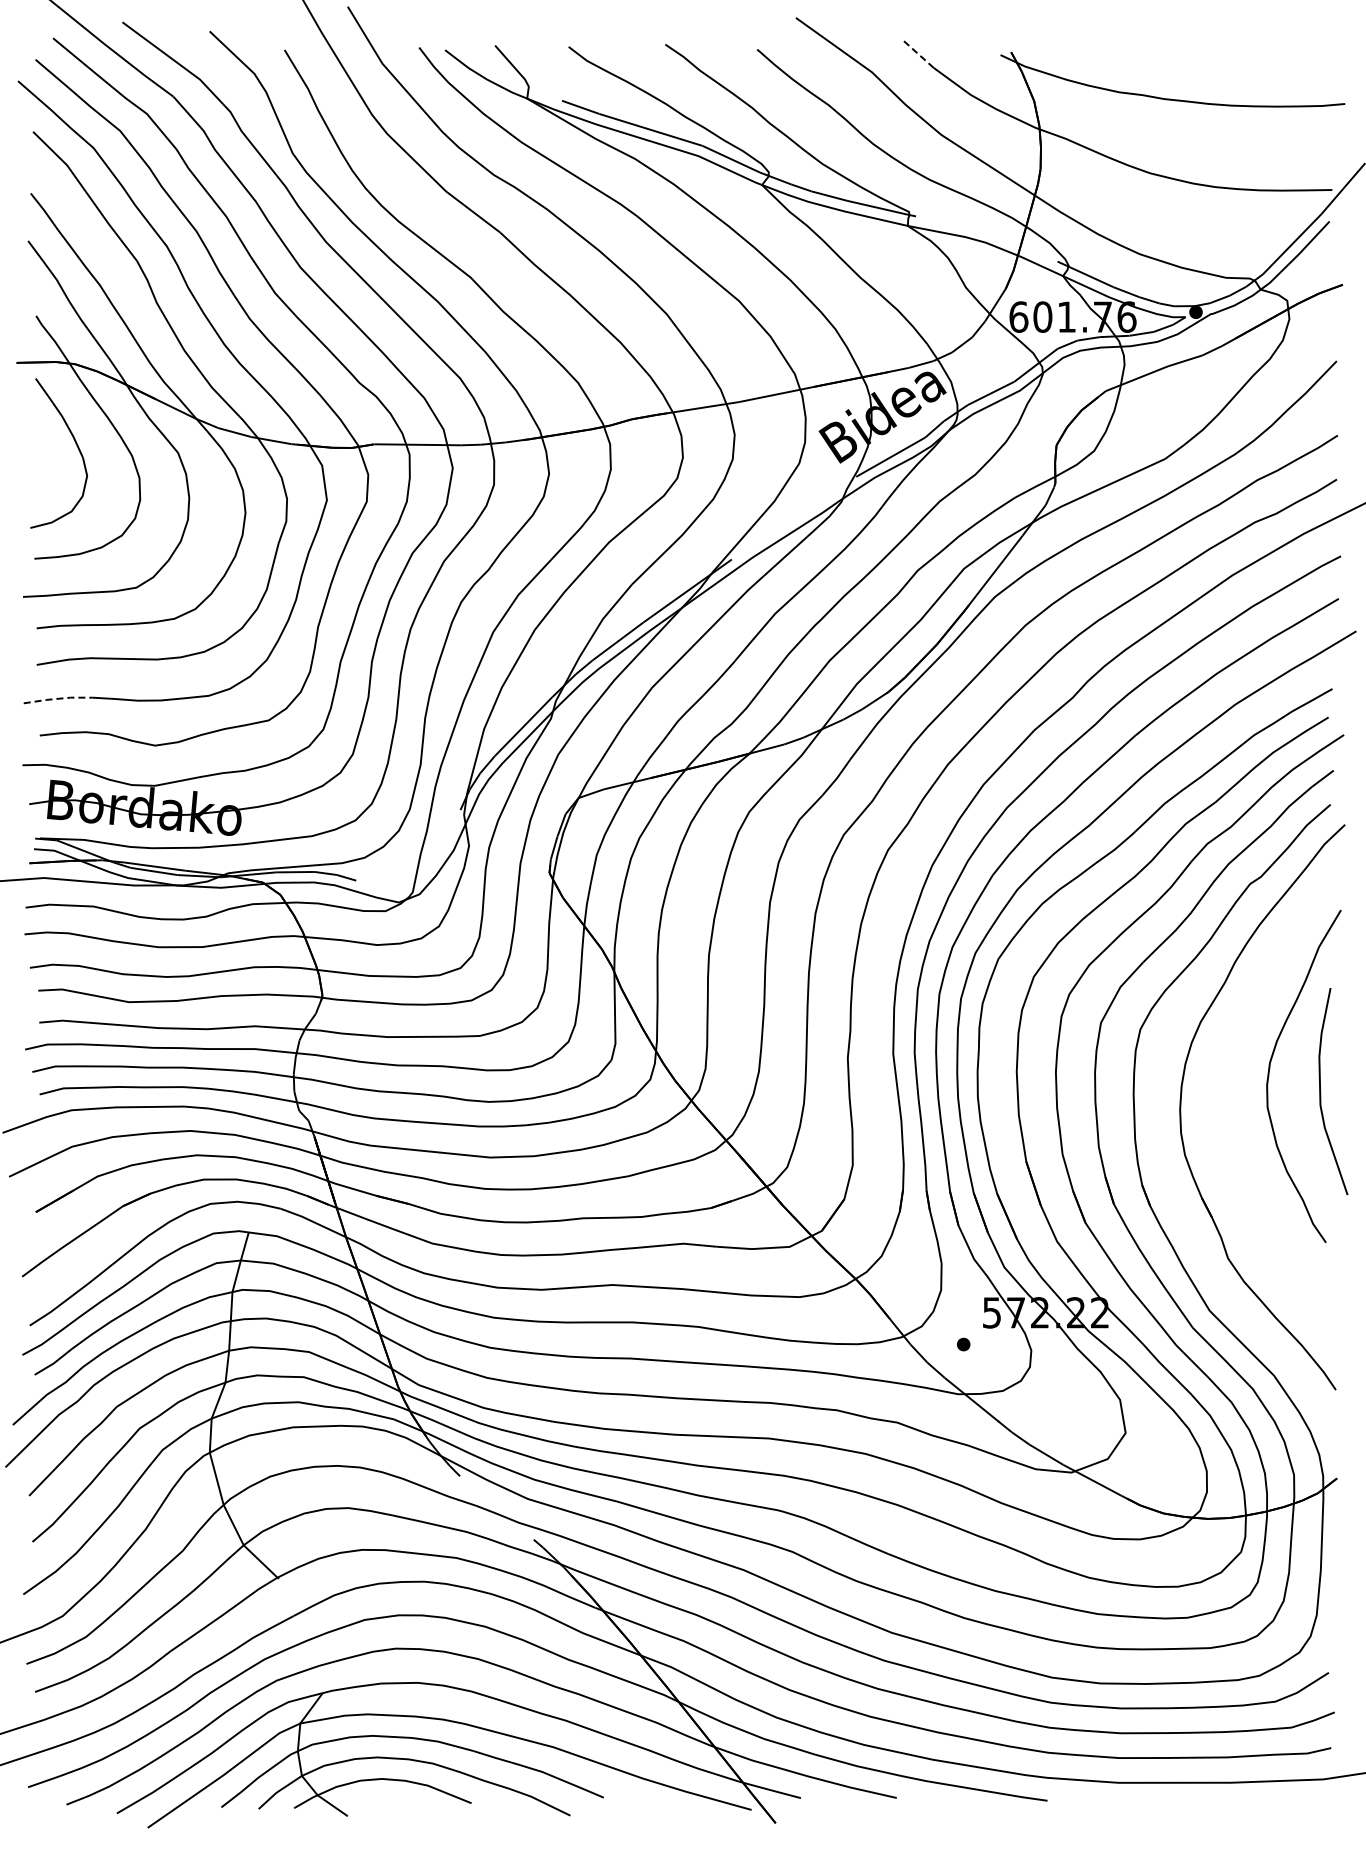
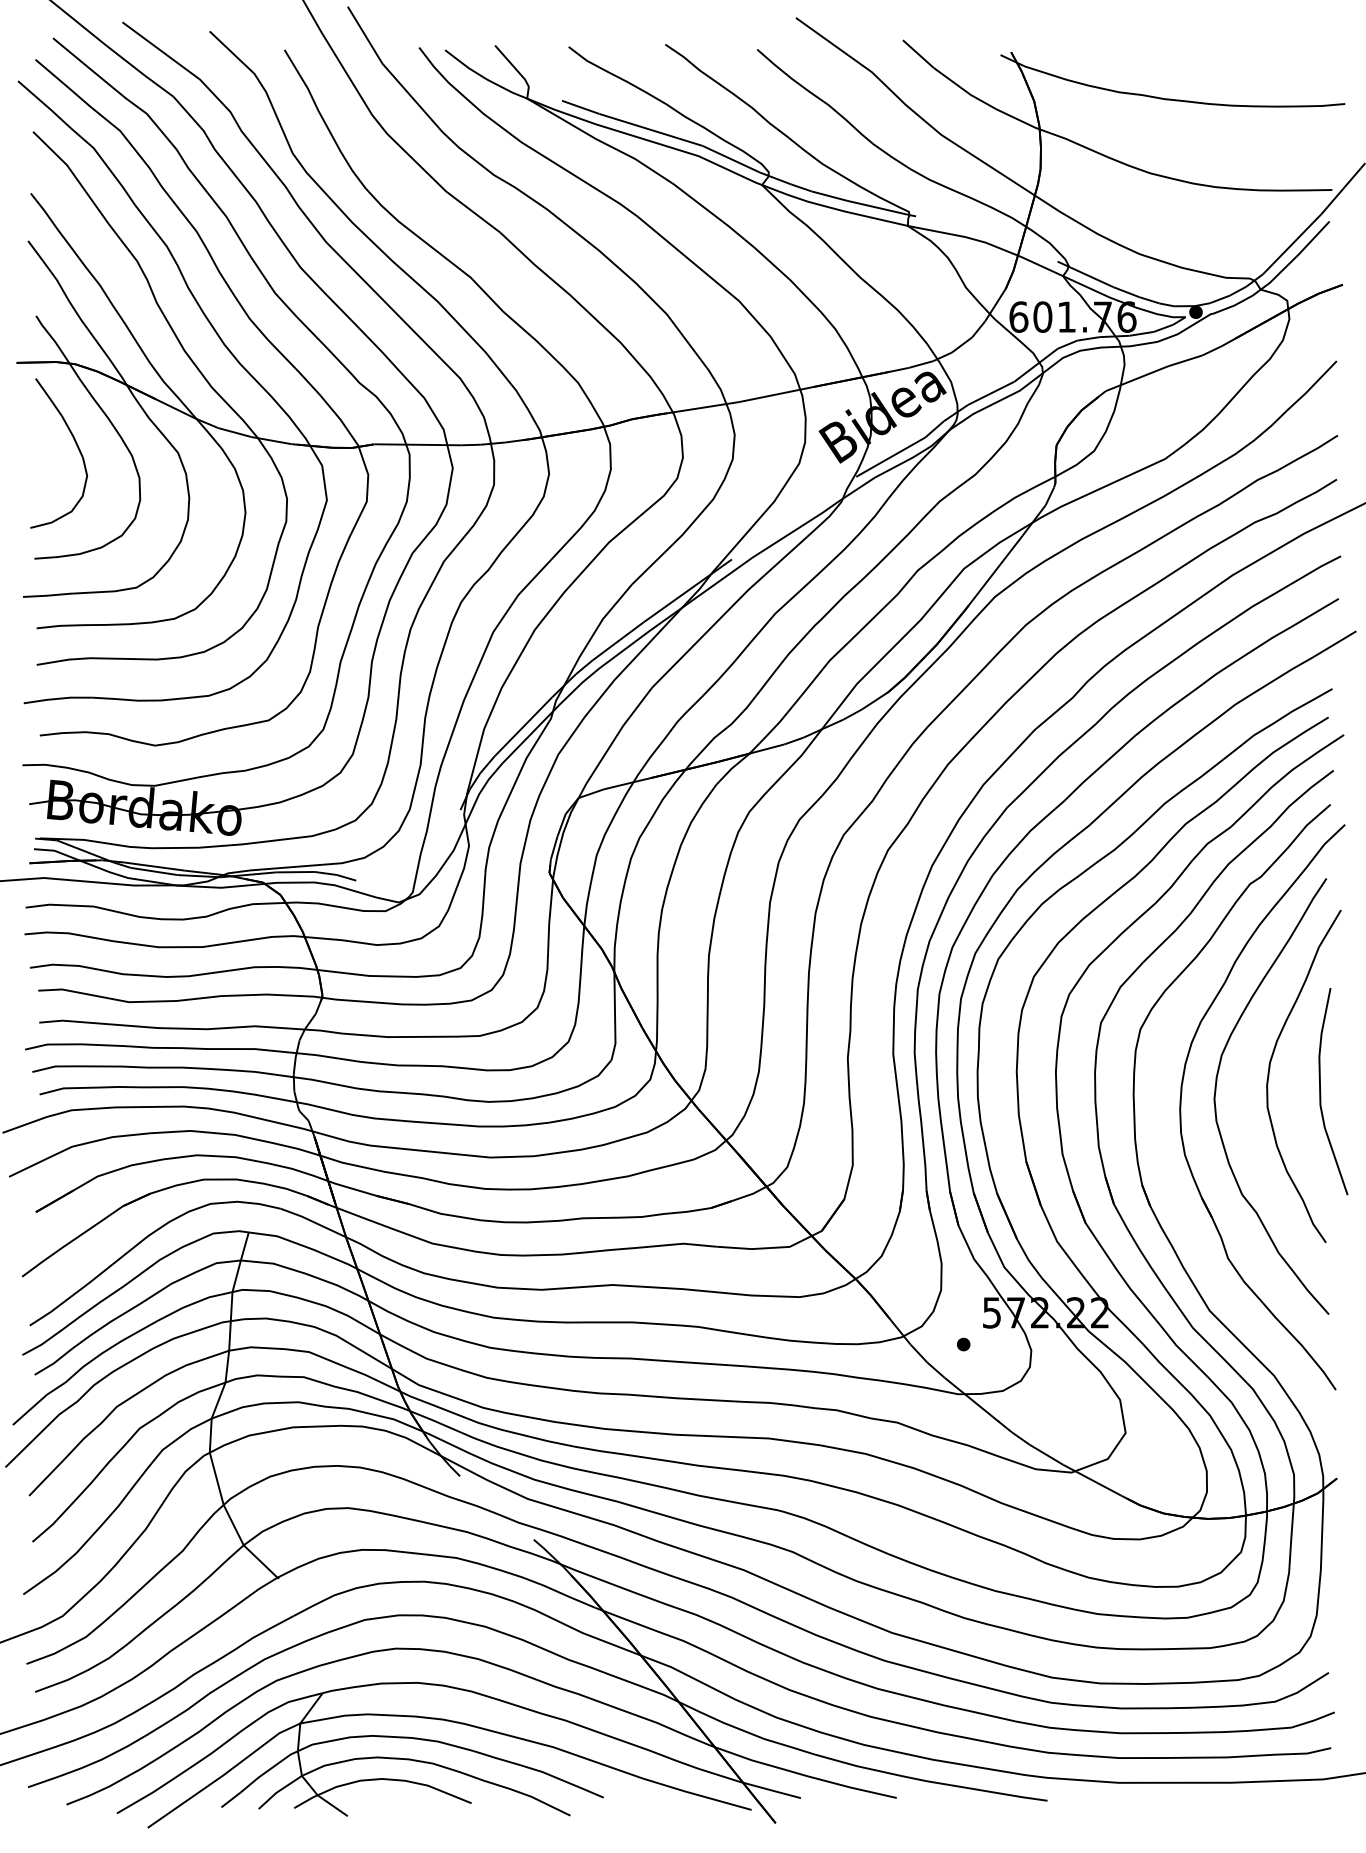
line at (918, 54): dashed -> solid
line at (58, 698): dashed -> solid
curve at (1216, 1092): none -> present
